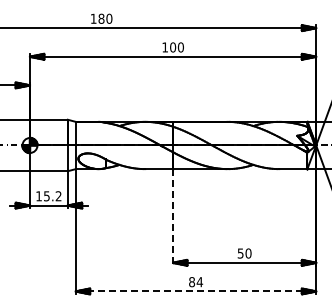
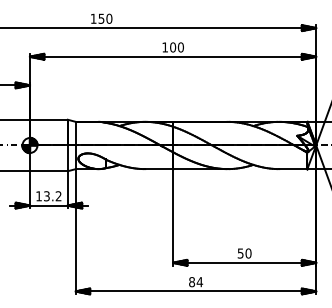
text at (101, 18): 180 -> 150
text at (46, 195): 15.2 -> 13.2
line at (173, 217): dashed -> solid
line at (196, 291): dashed -> solid
